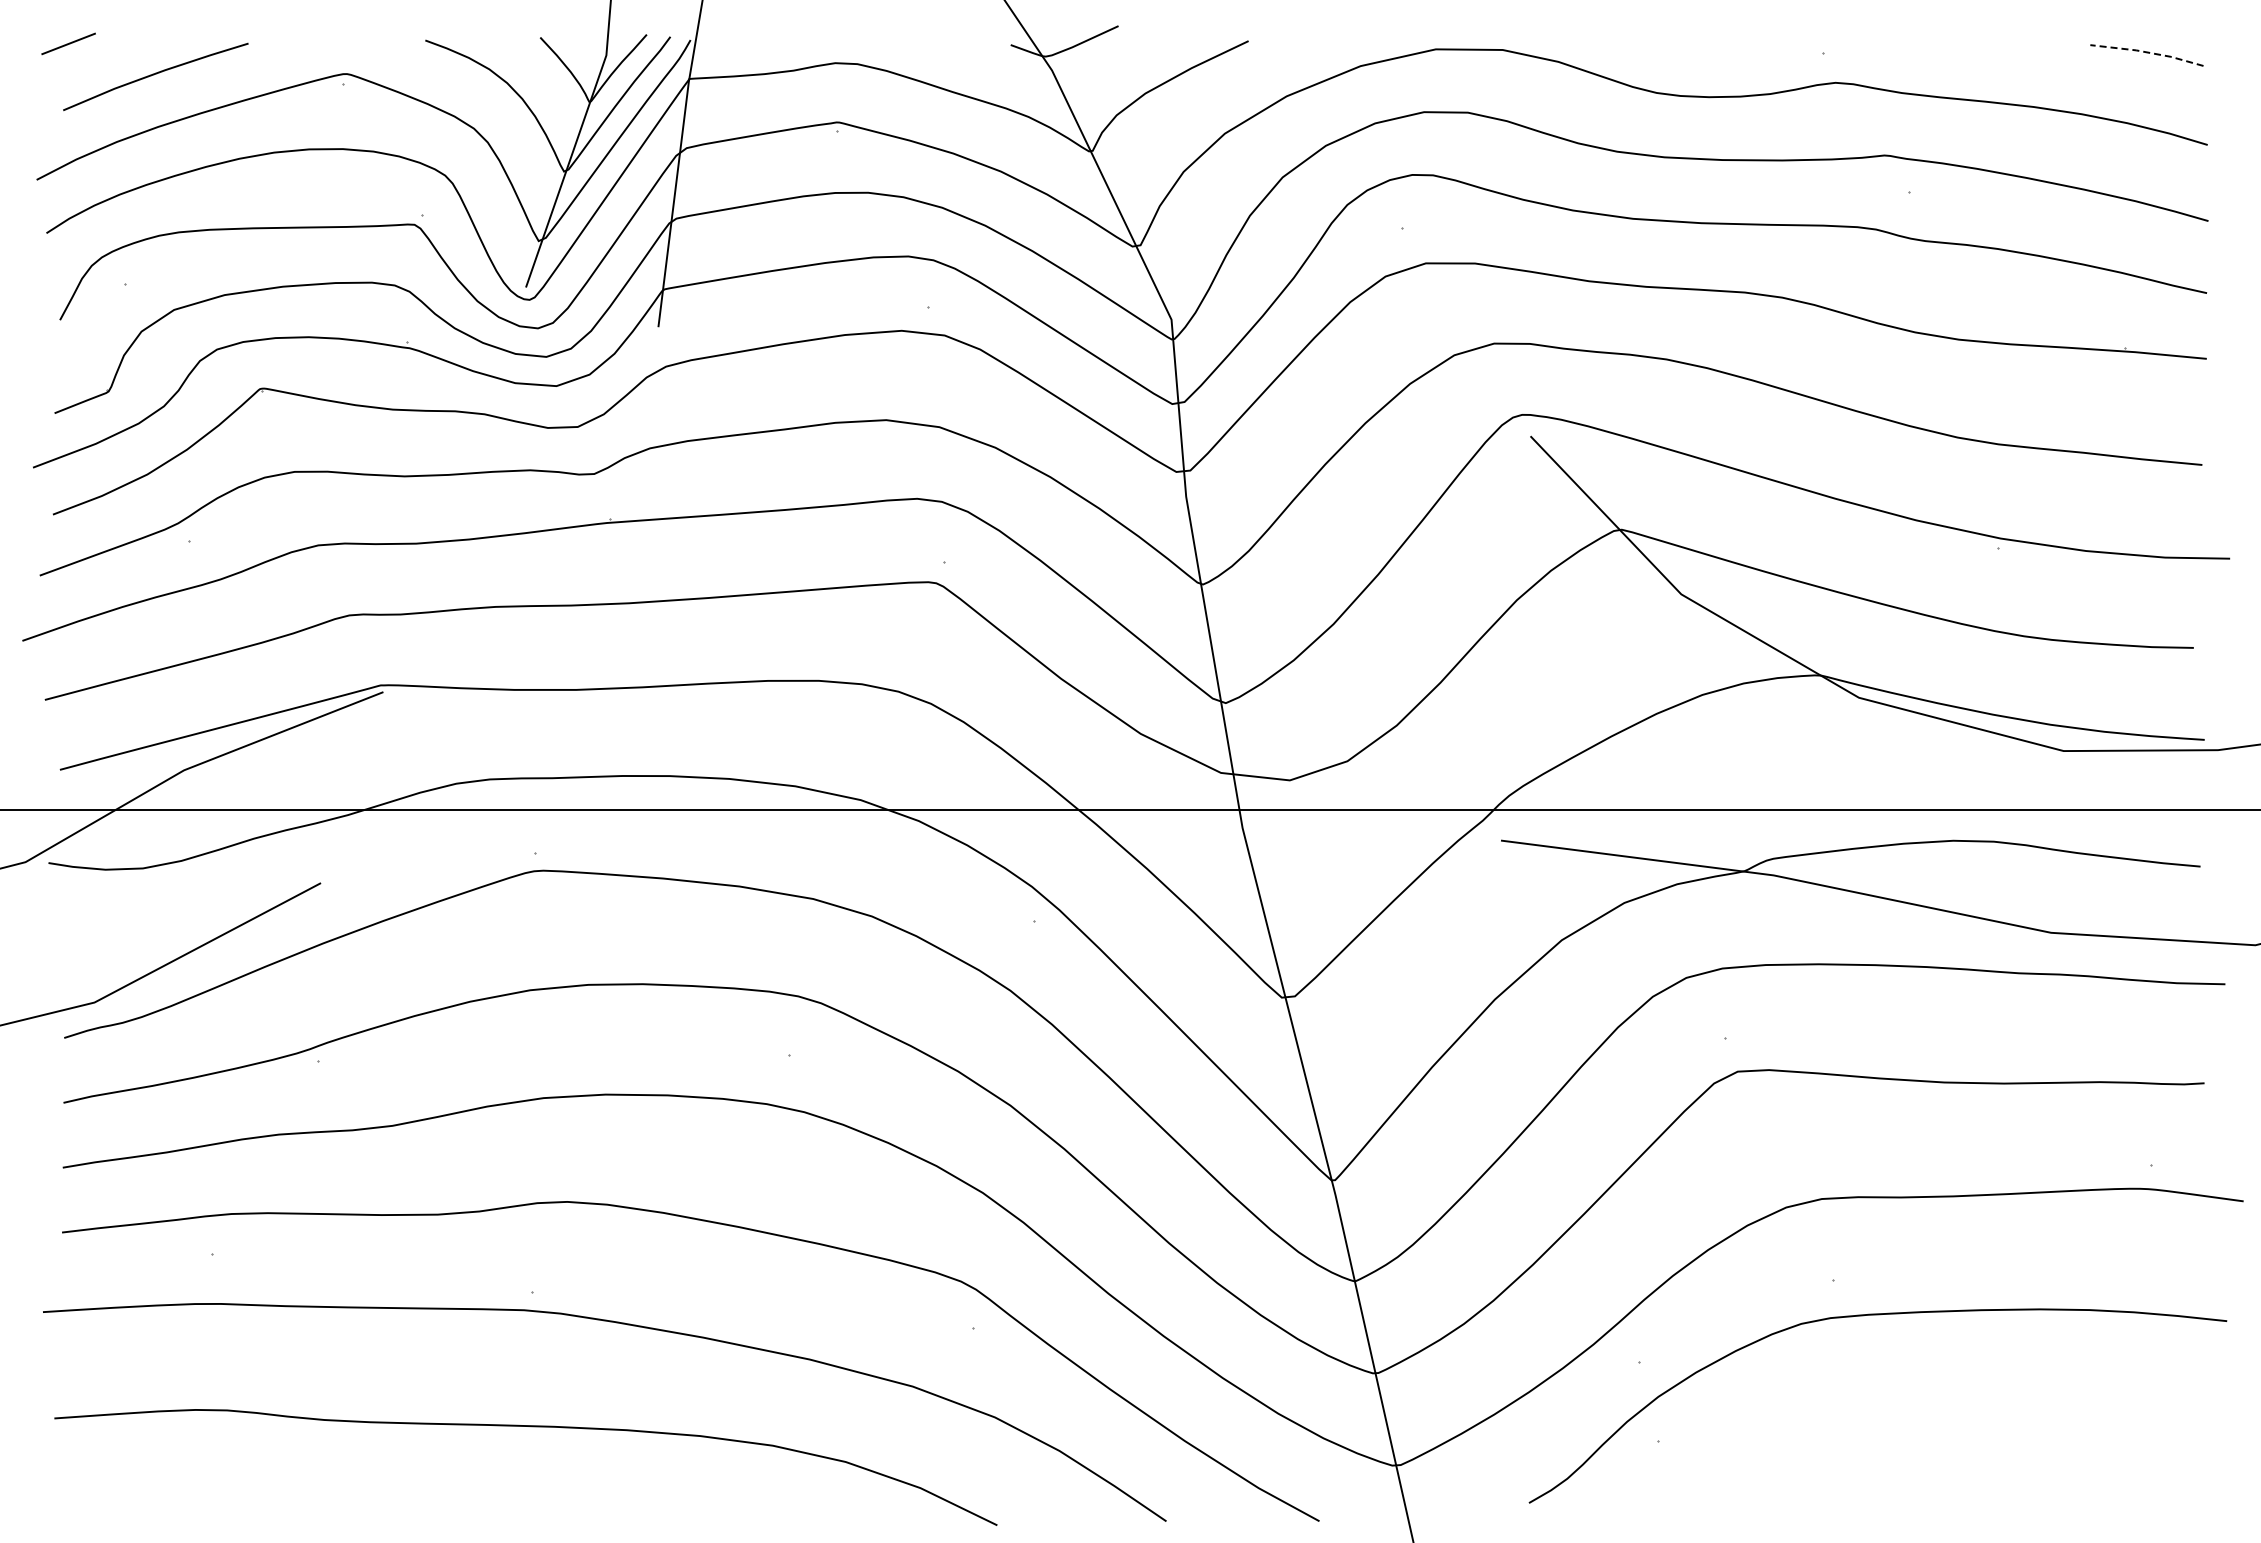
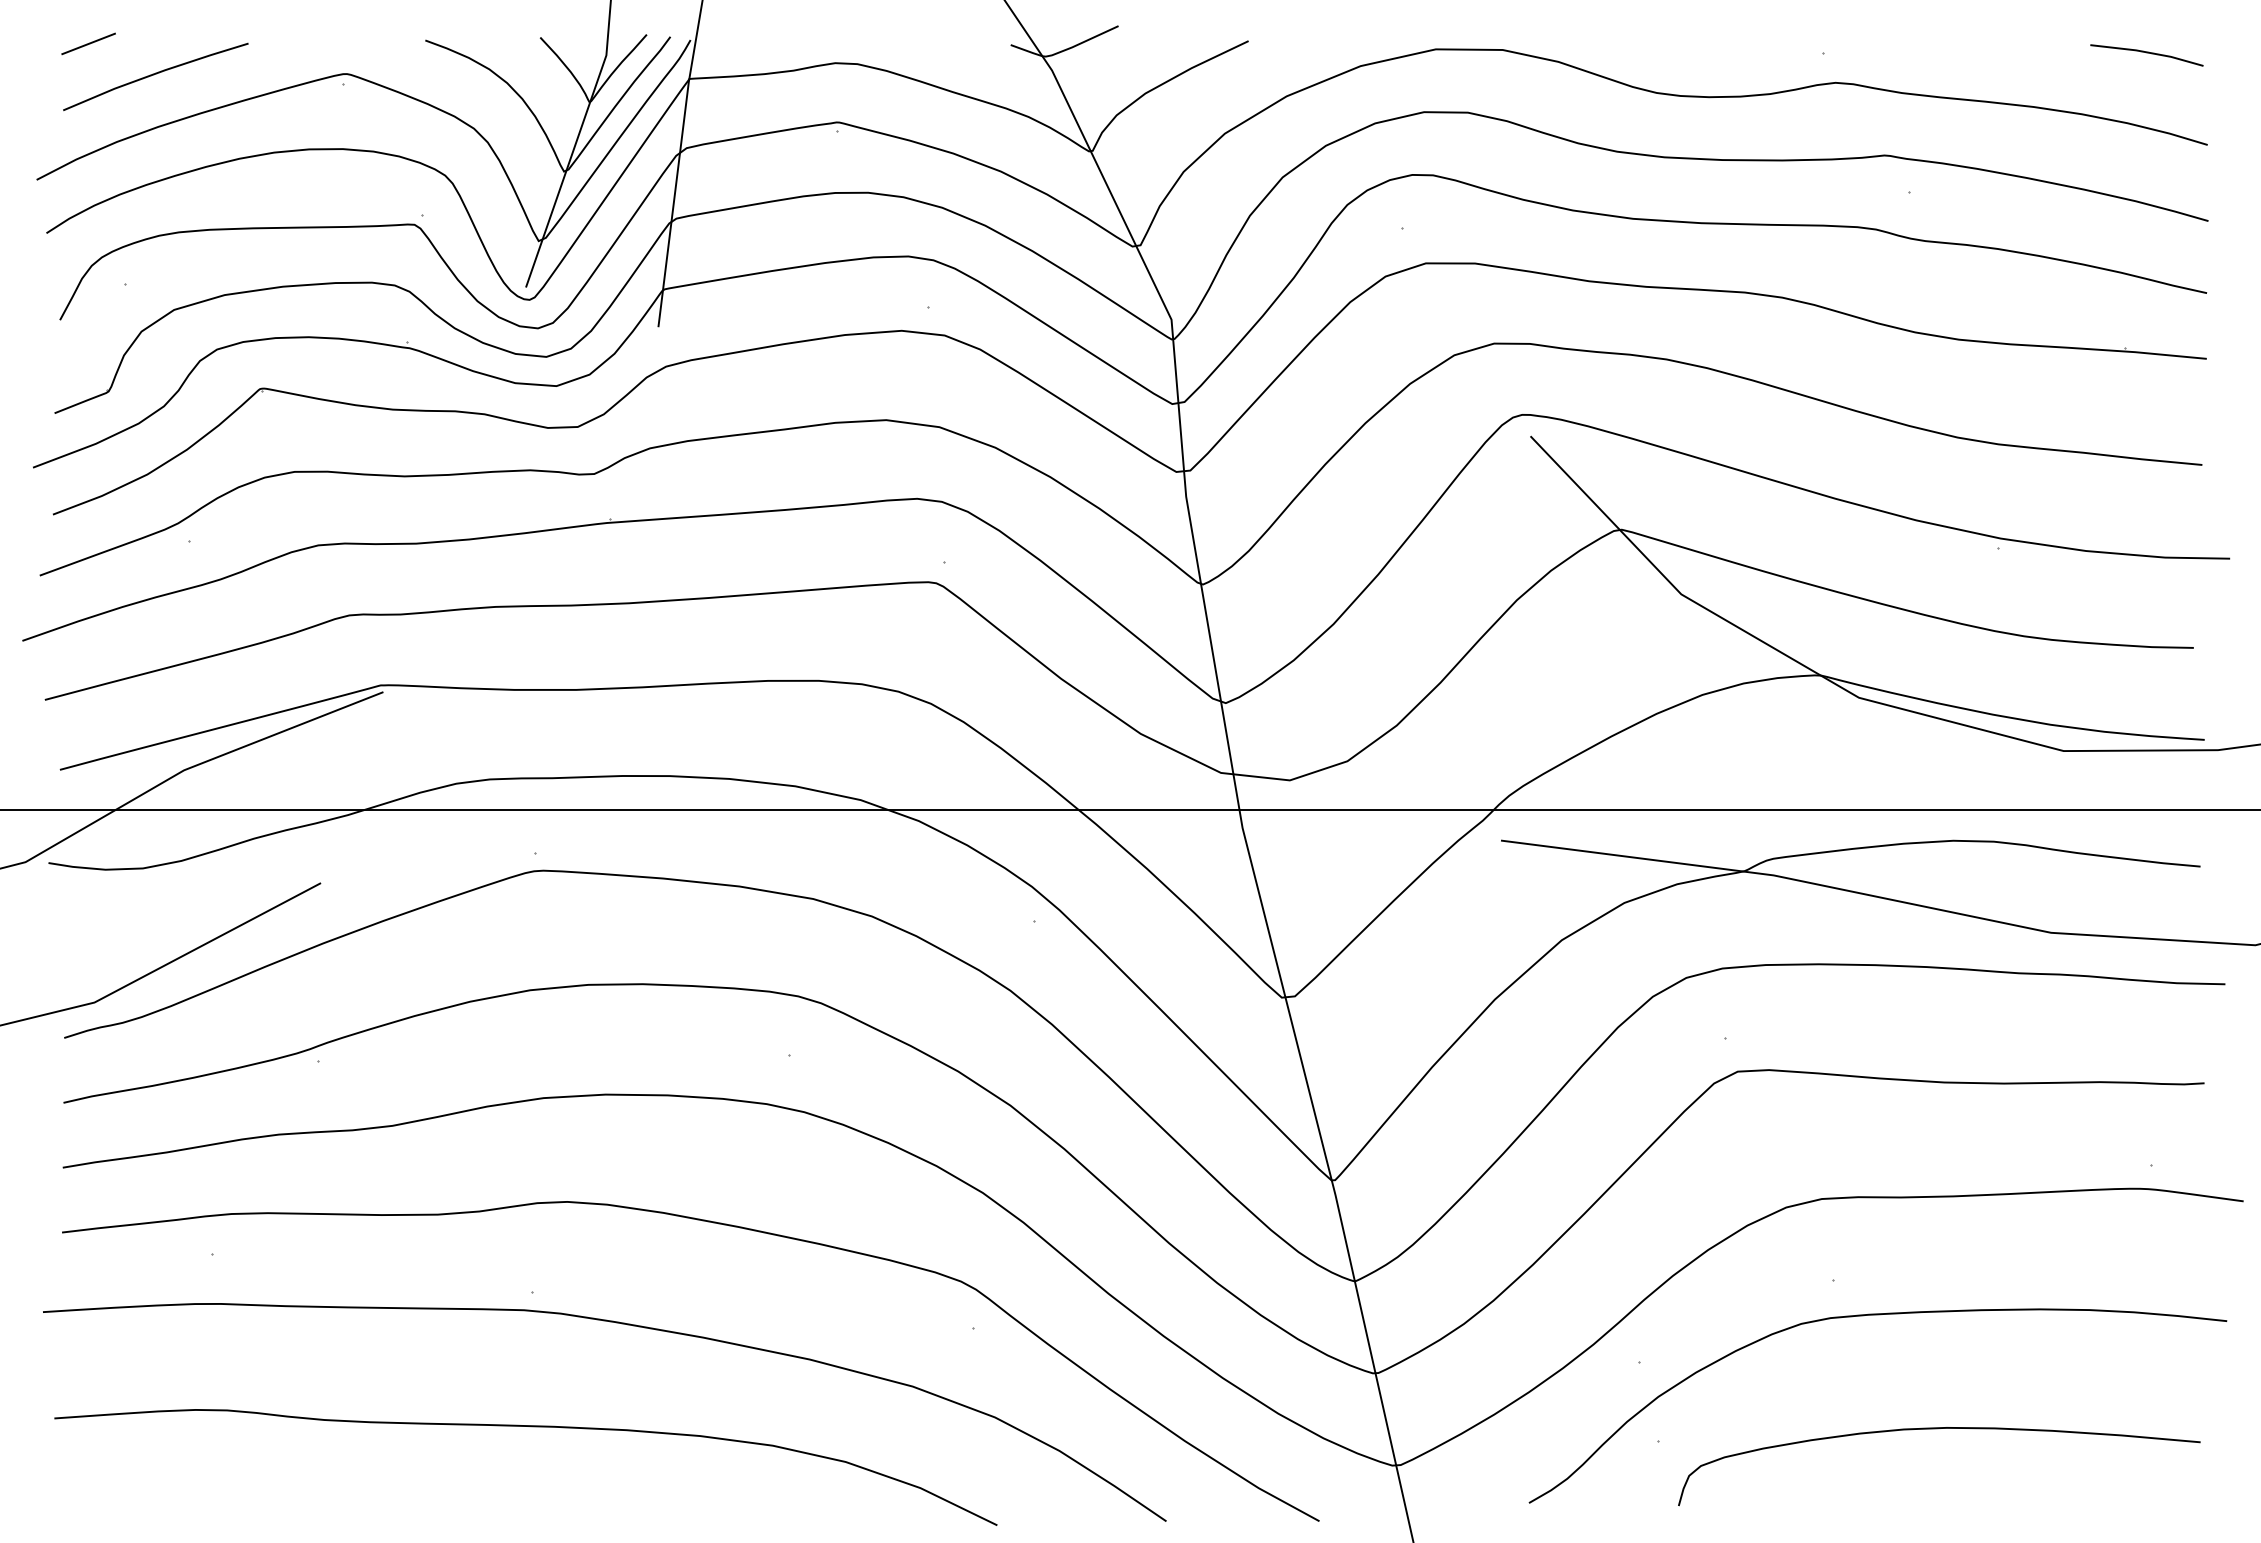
line at (68, 43) position: (68, 43) -> (88, 43)
line at (2146, 52): dashed -> solid
curve at (1938, 1429): none -> present
